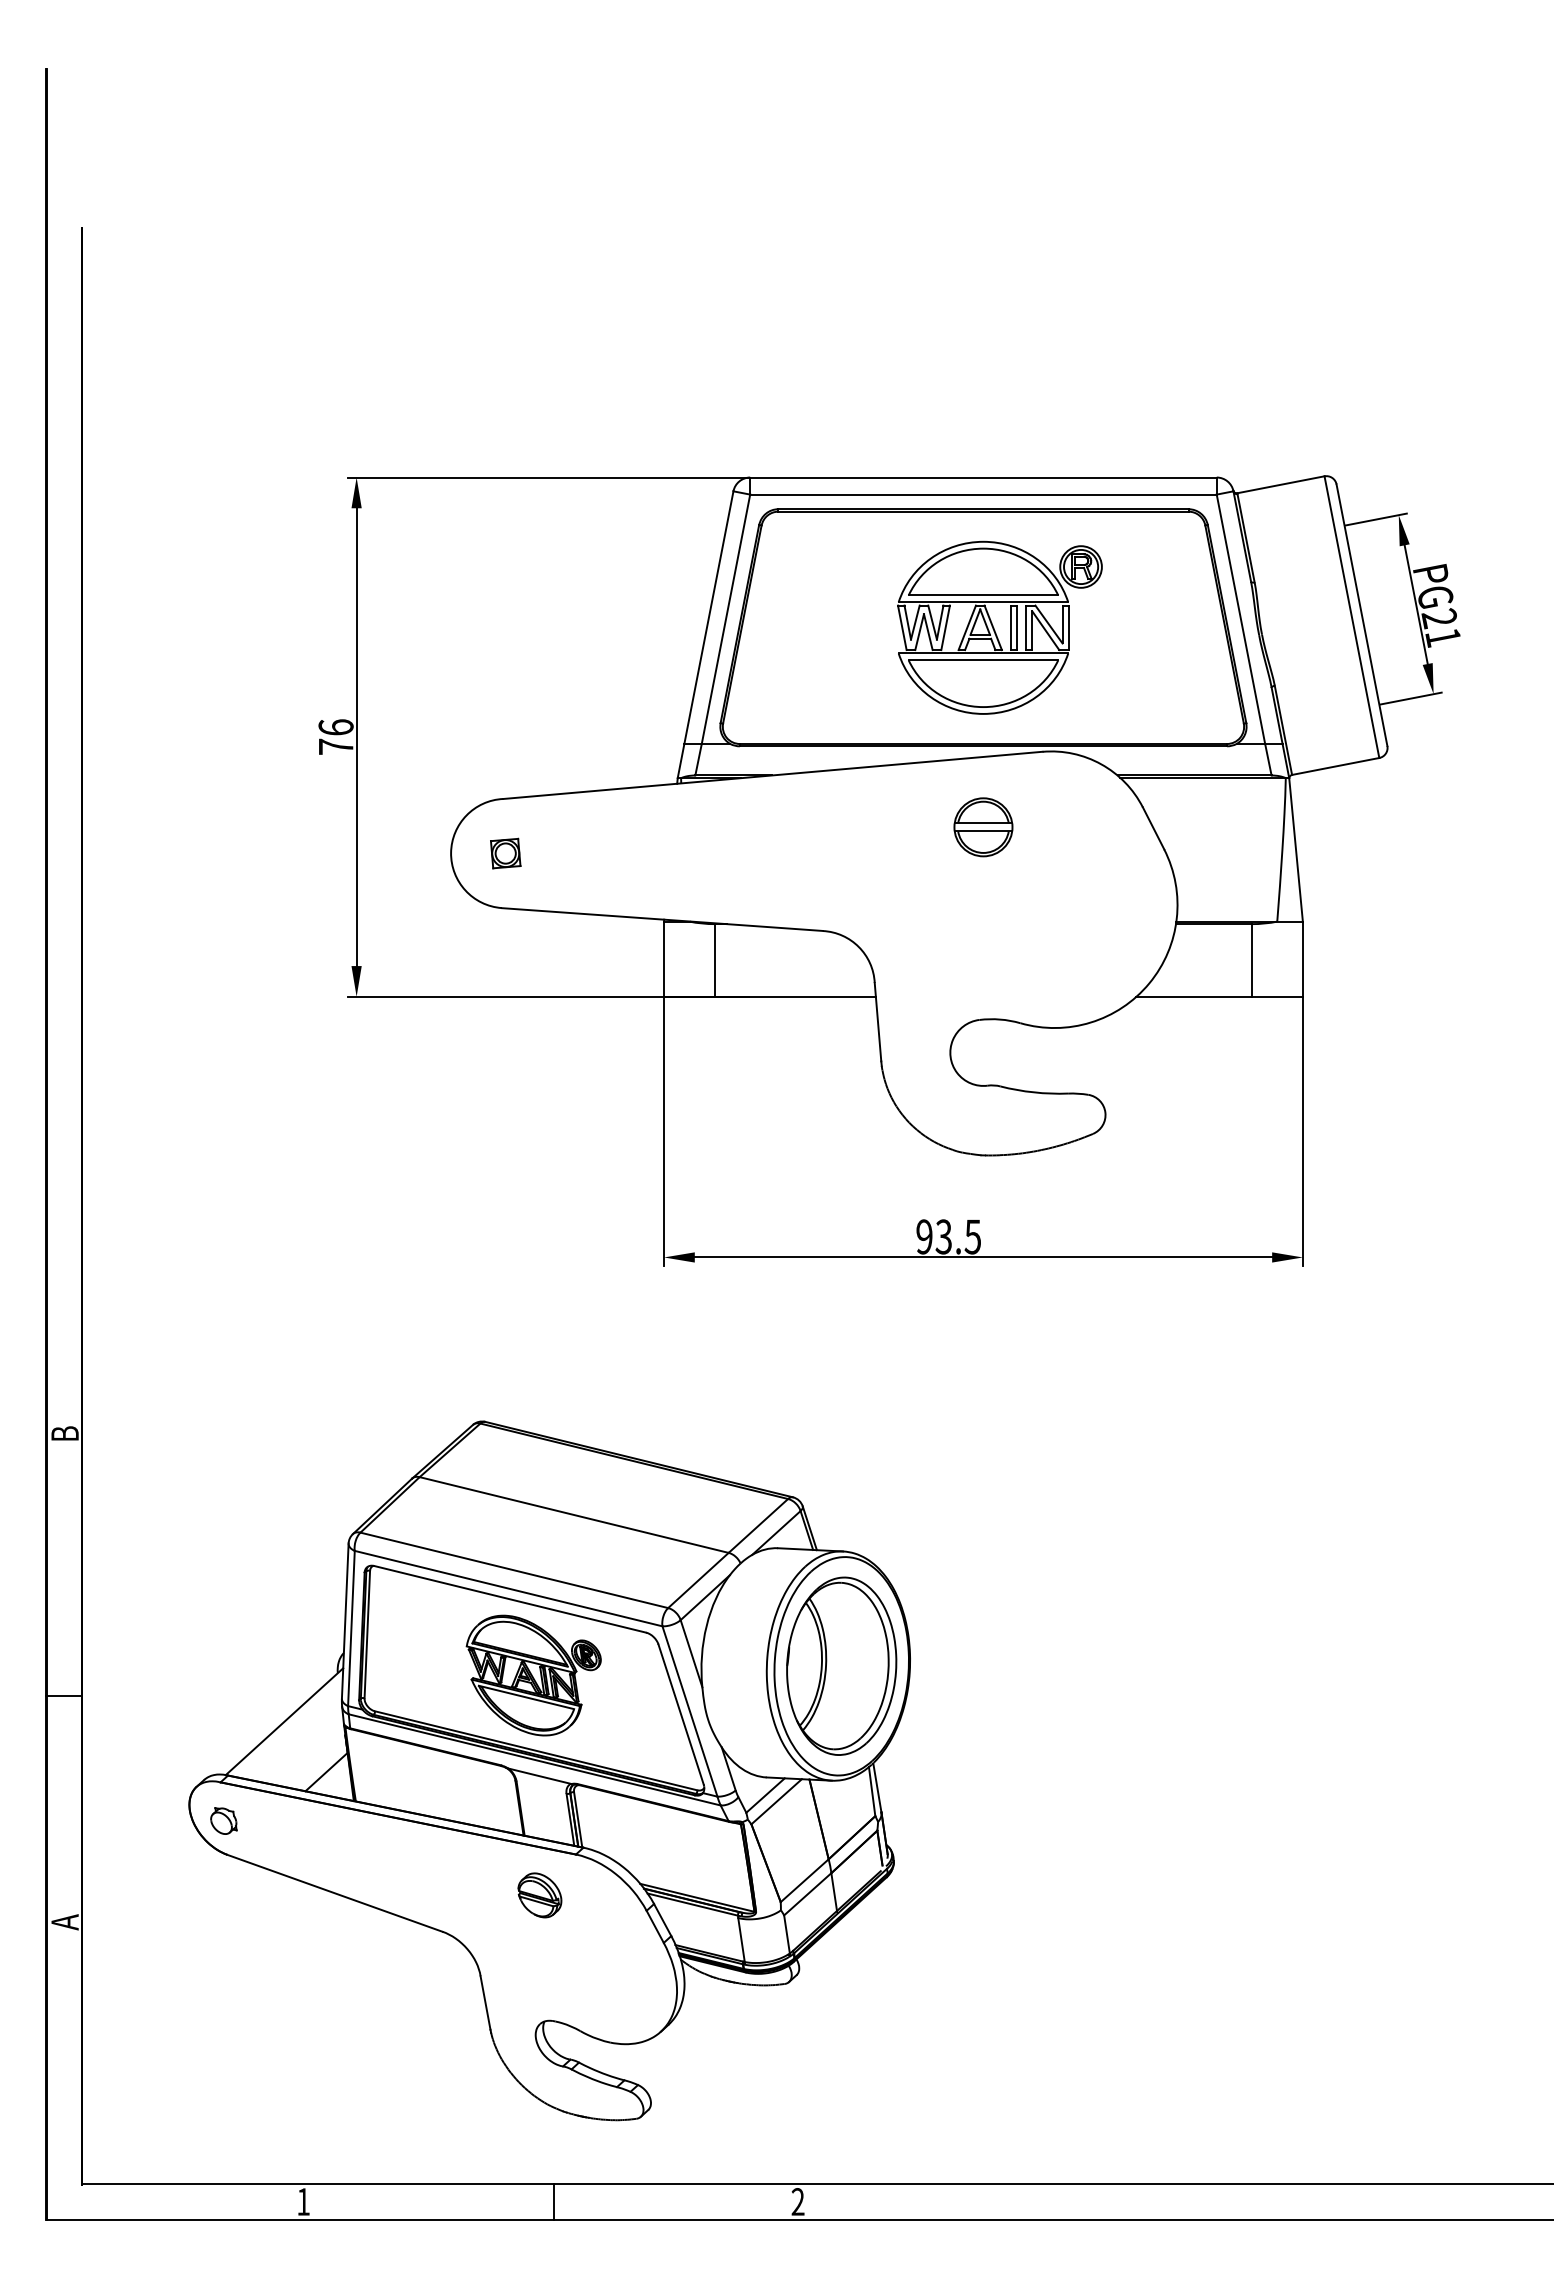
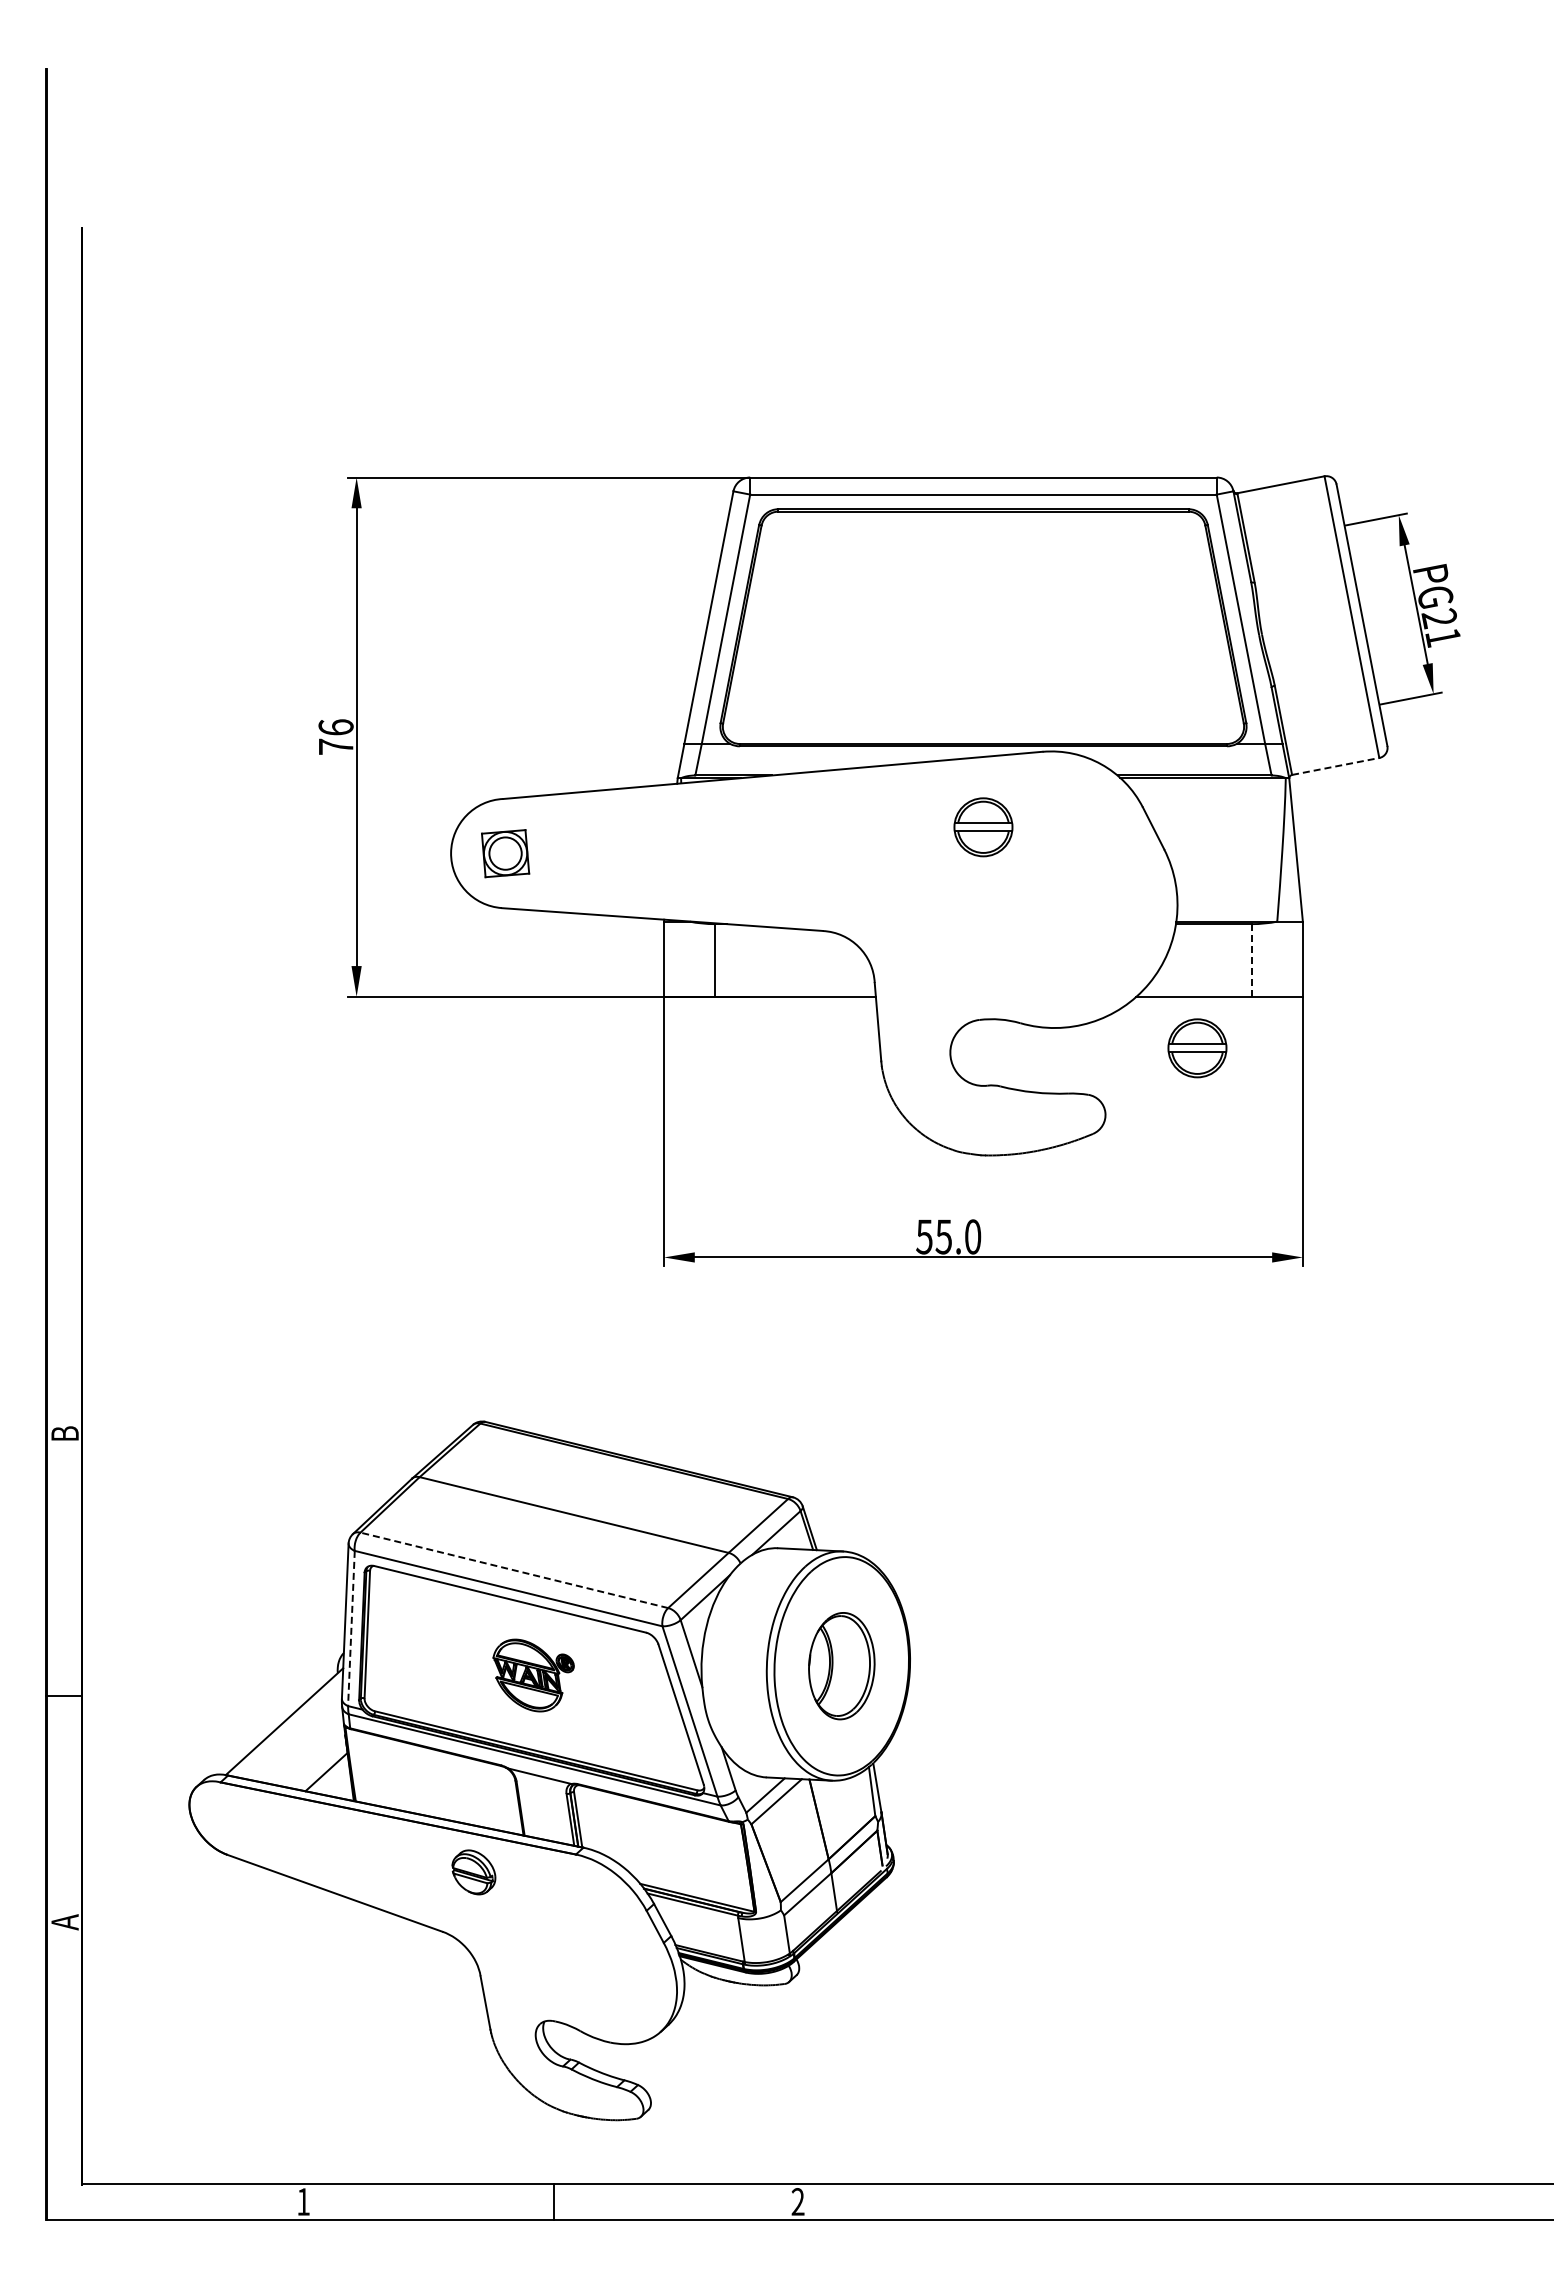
part at (999, 627): present -> none
line at (1336, 766): solid -> dashed
part at (505, 853) size: 32x33 px -> 50x50 px
line at (1251, 960): solid -> dashed
part at (1197, 1048): none -> present
text at (948, 1236): 93.5 -> 55.0
line at (513, 1570): solid -> dashed
line at (351, 1628): solid -> dashed
part at (841, 1665) size: 112x180 px -> 68x109 px
part at (533, 1675) size: 137x123 px -> 83x75 px
part at (223, 1820): present -> none
part at (539, 1895) position: (539, 1895) -> (473, 1872)
